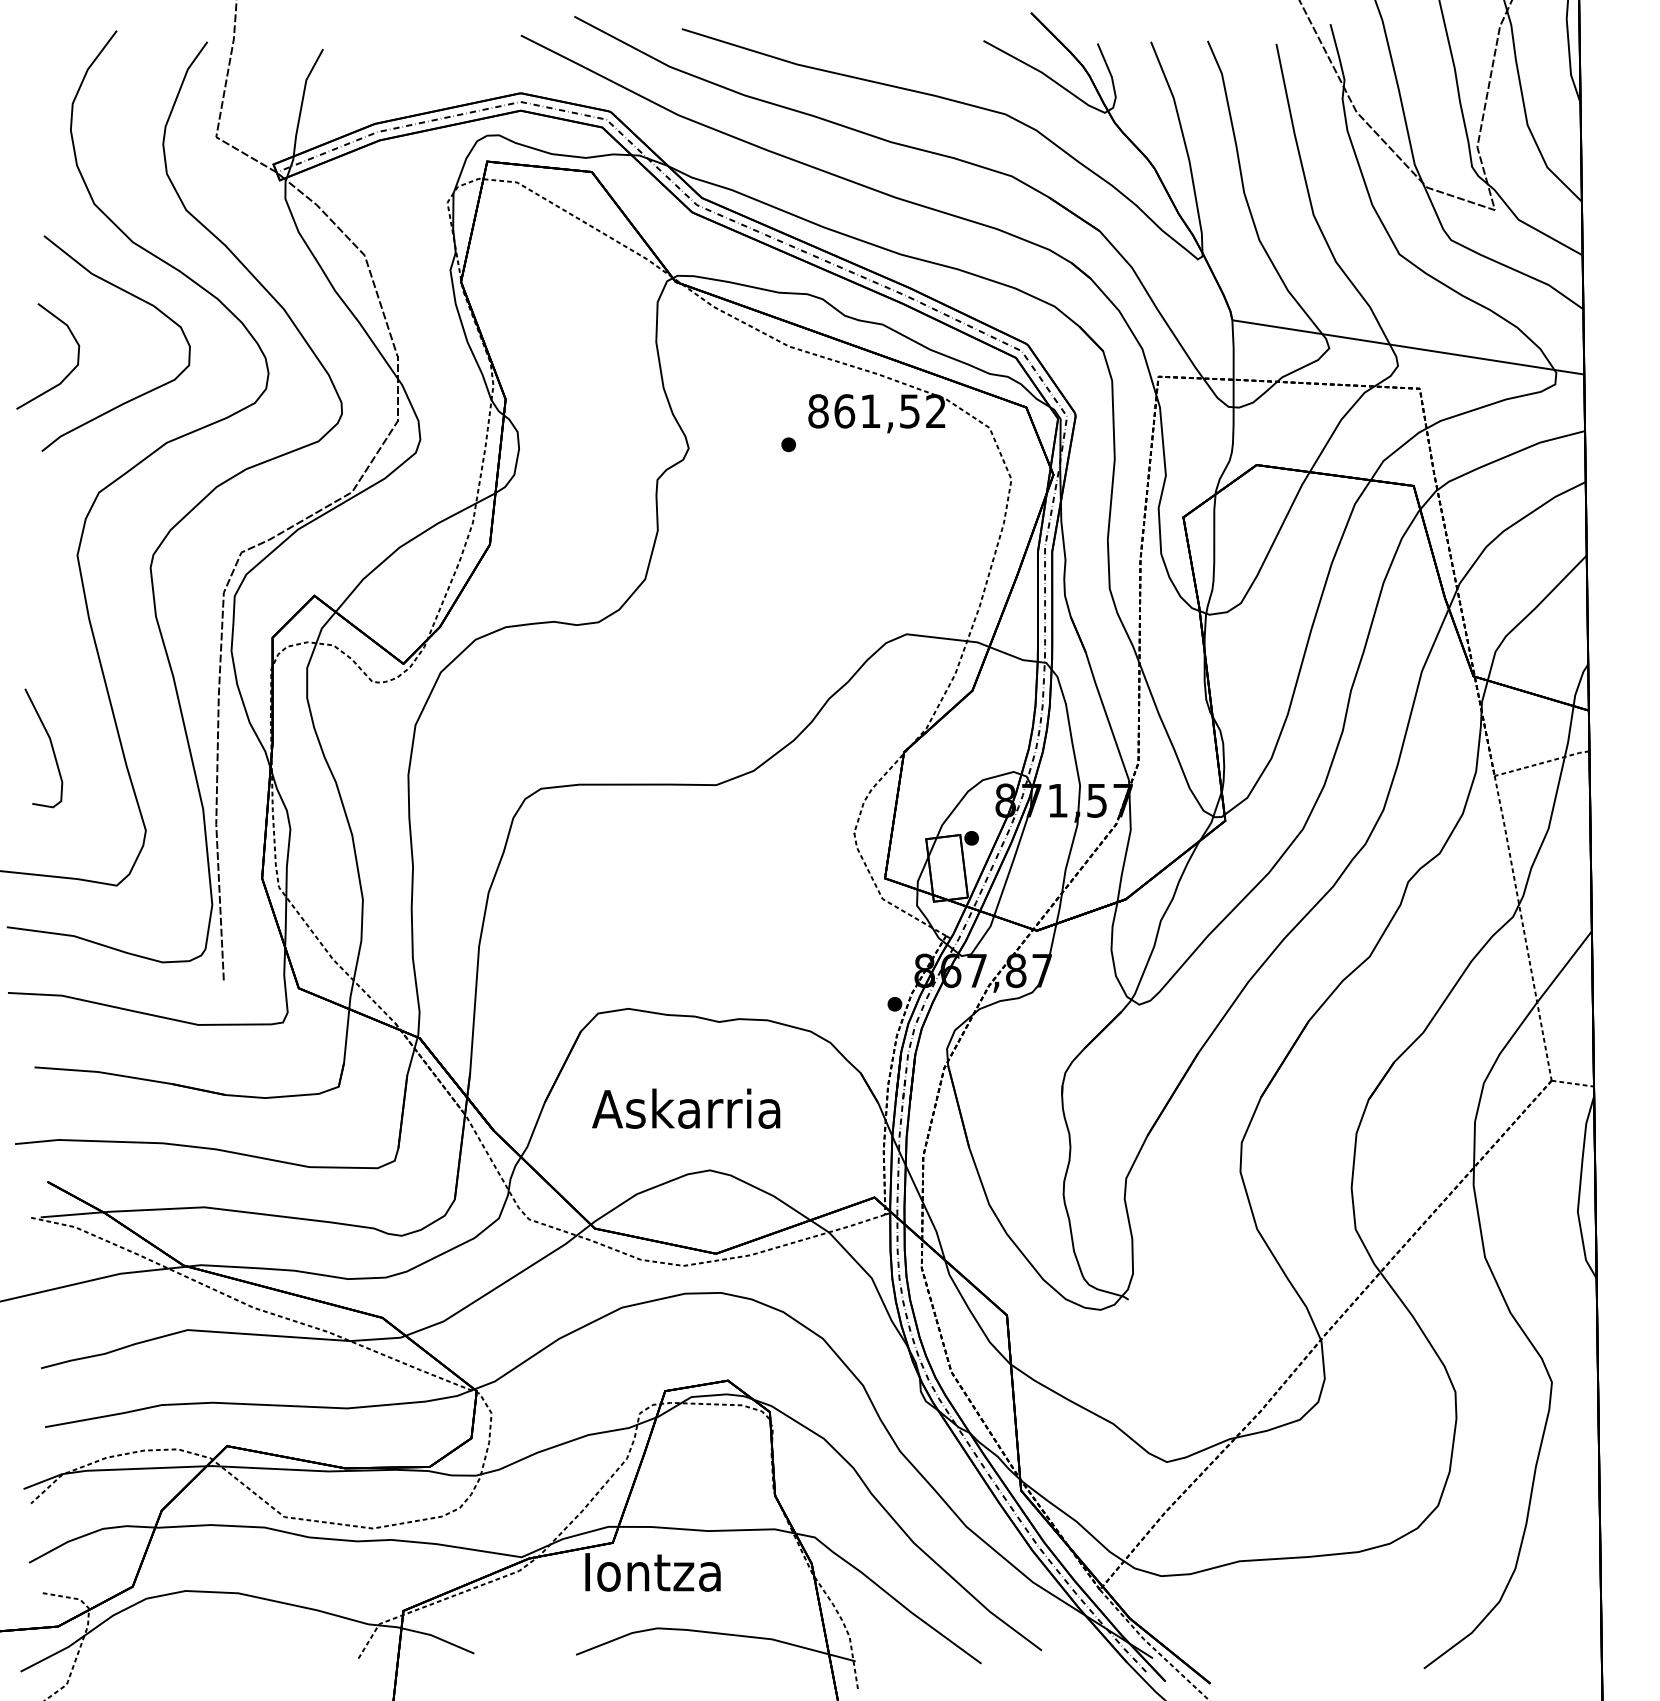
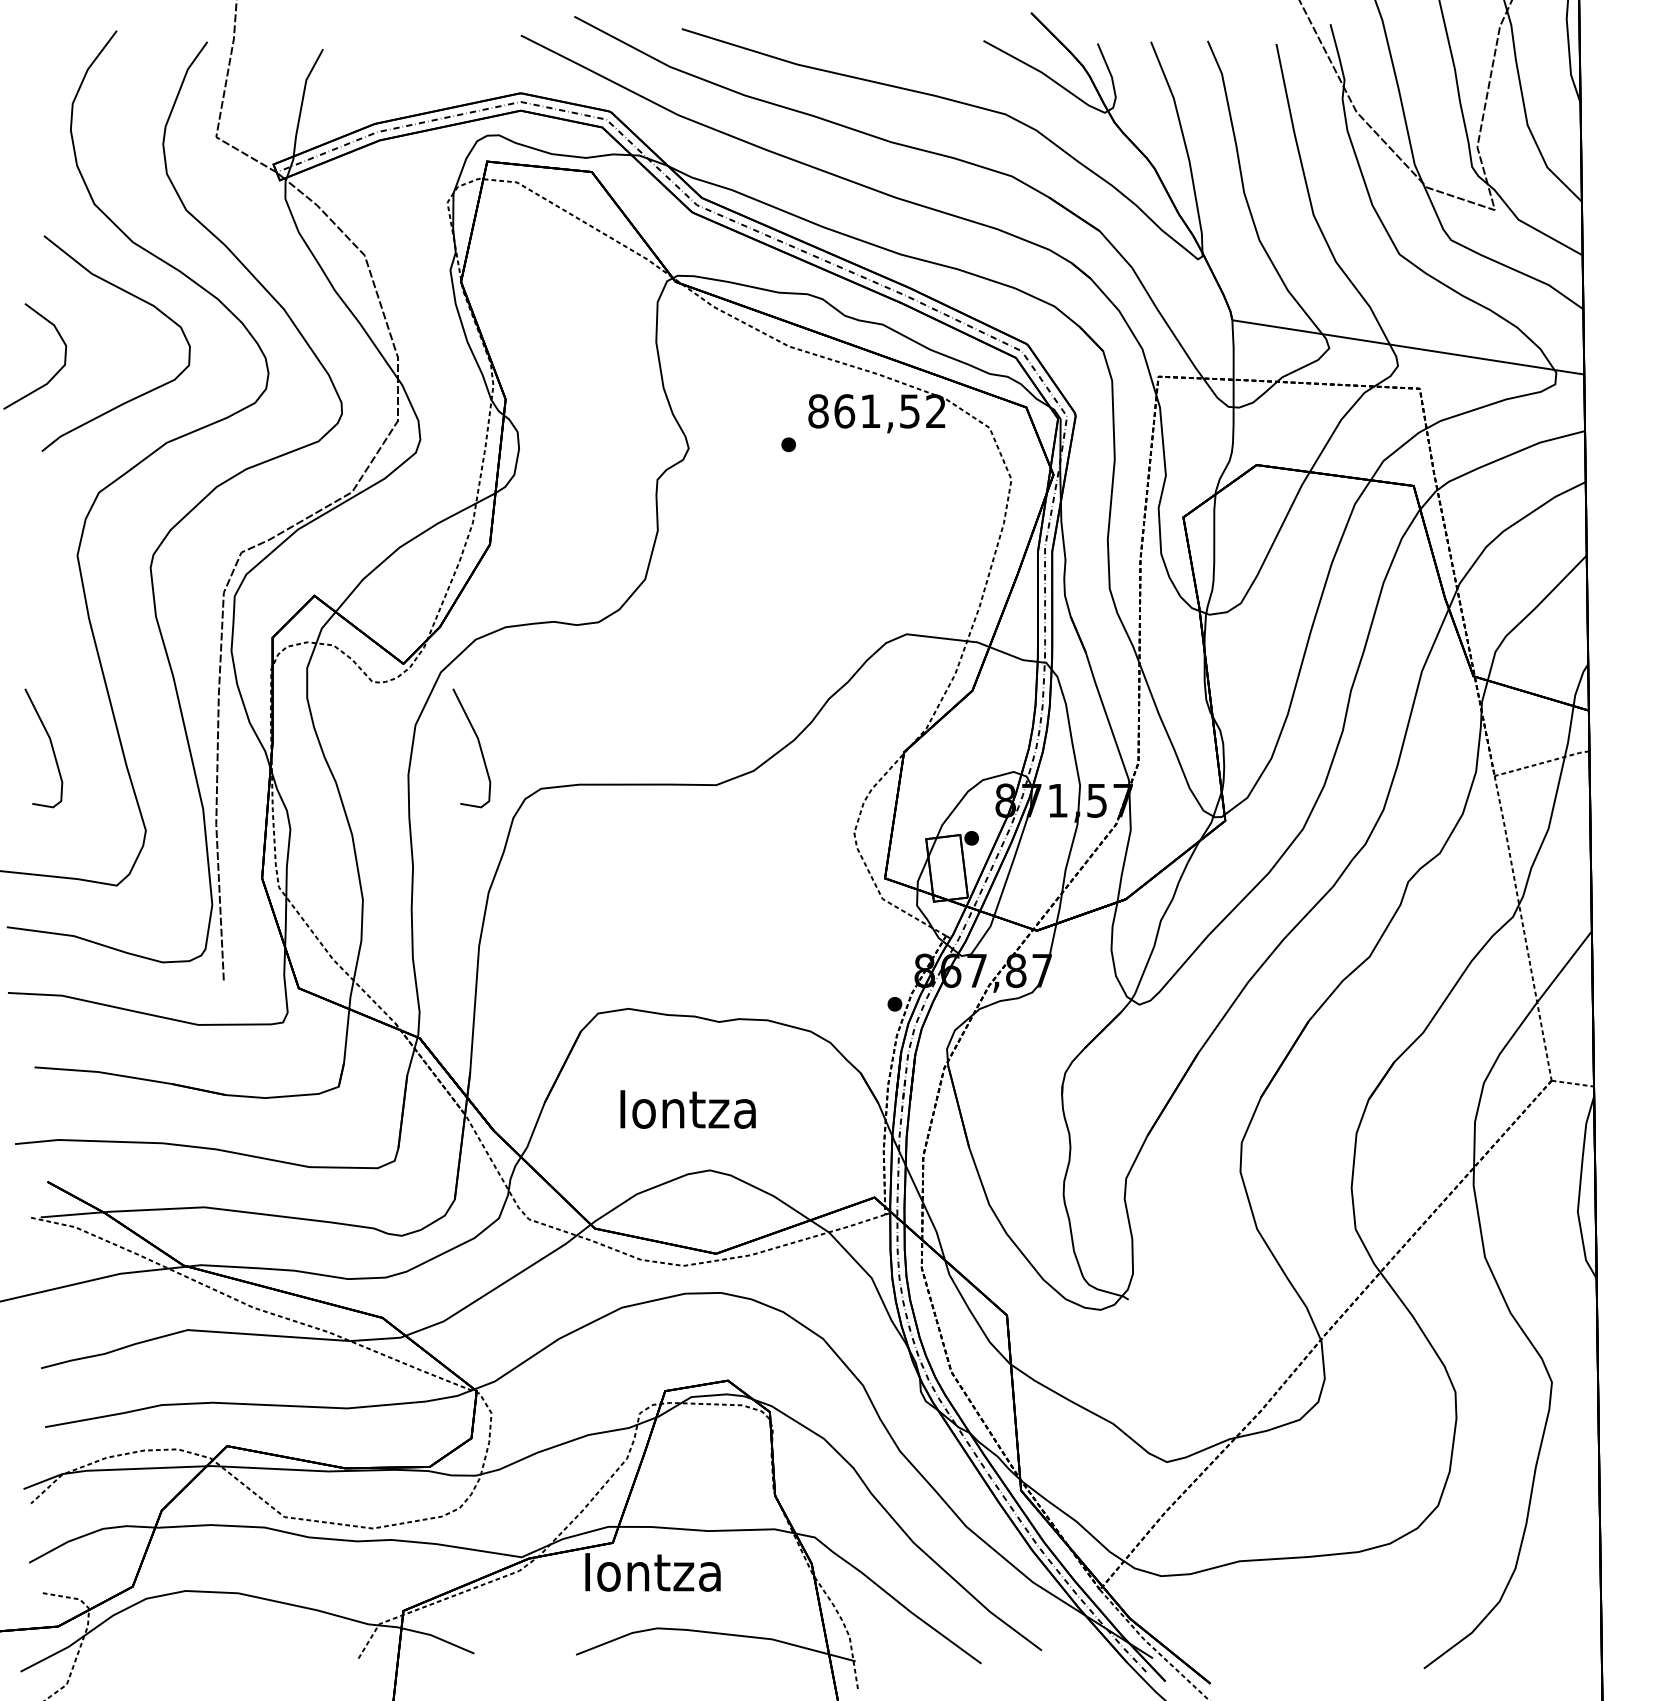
curve at (67, 374) position: (67, 374) -> (54, 374)
curve at (479, 748): none -> present
text at (686, 1108): Askarria -> Iontza
